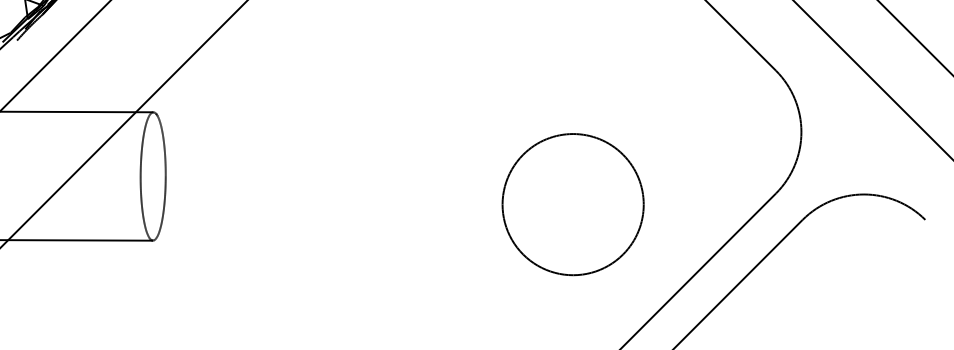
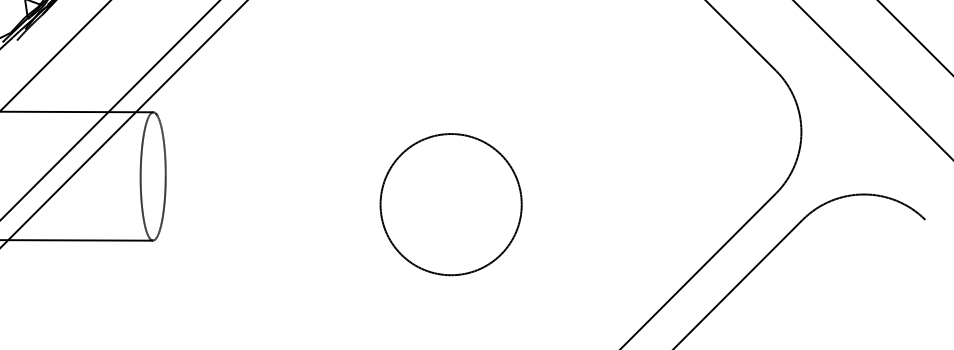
line at (110, 110): none -> present
part at (572, 204) position: (572, 204) -> (450, 204)
